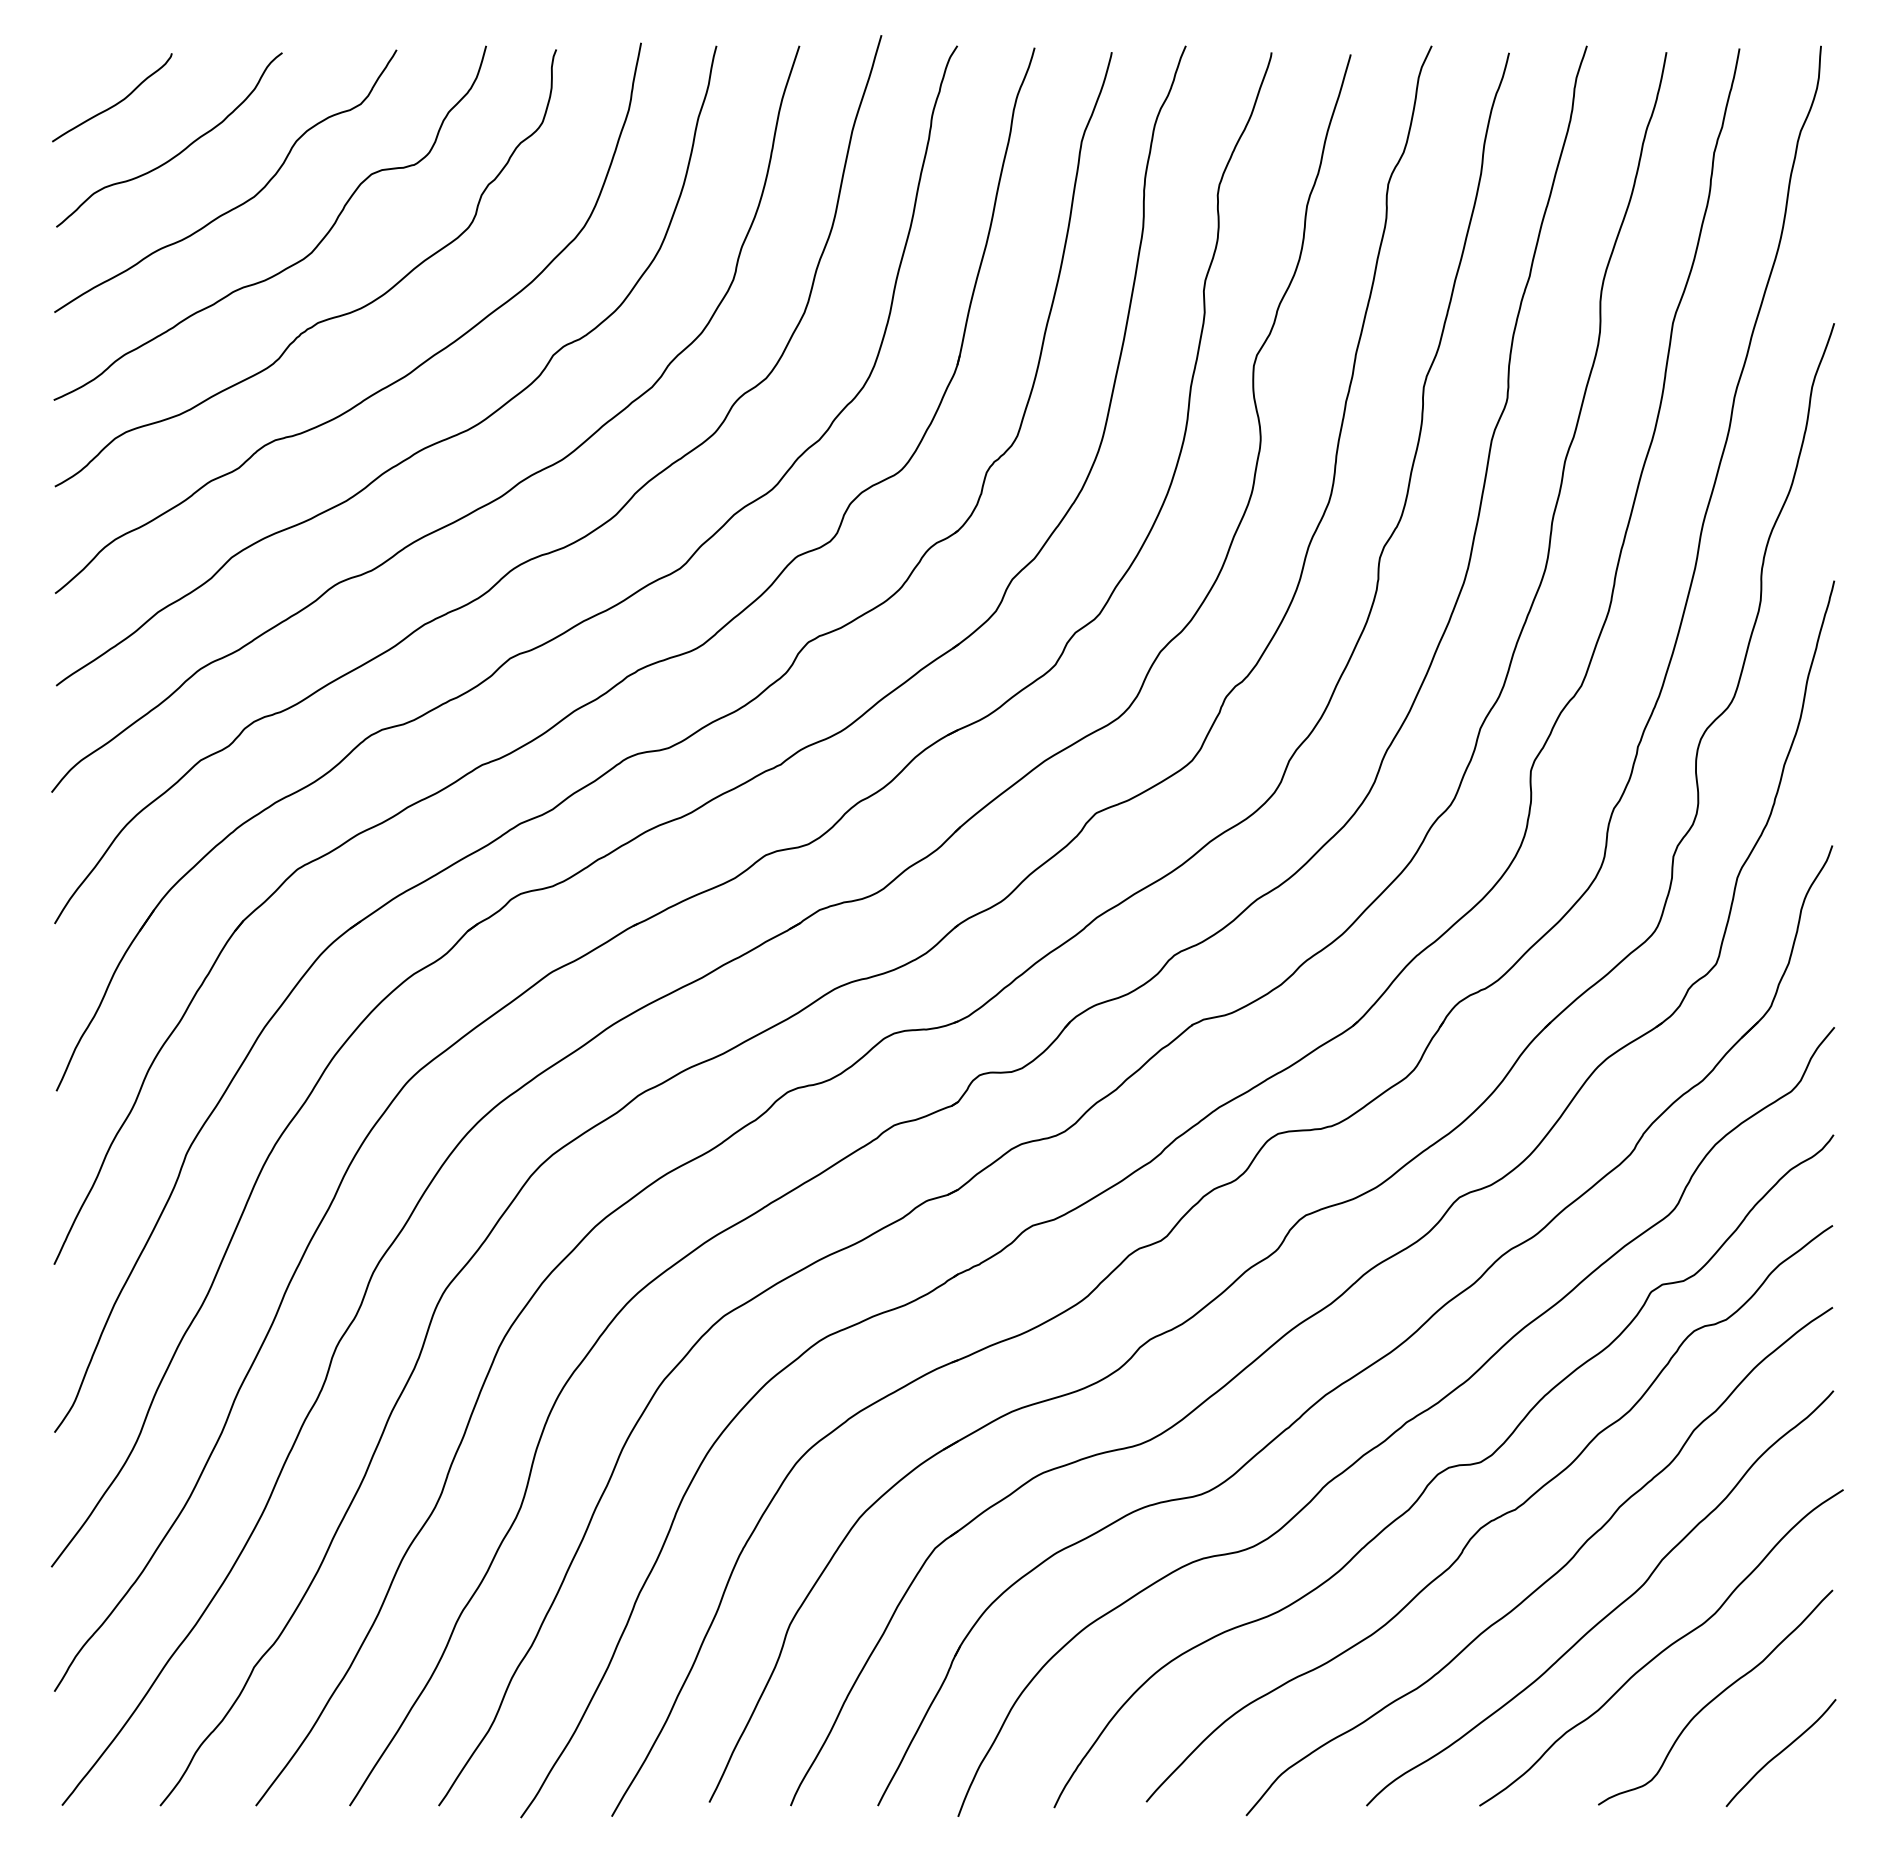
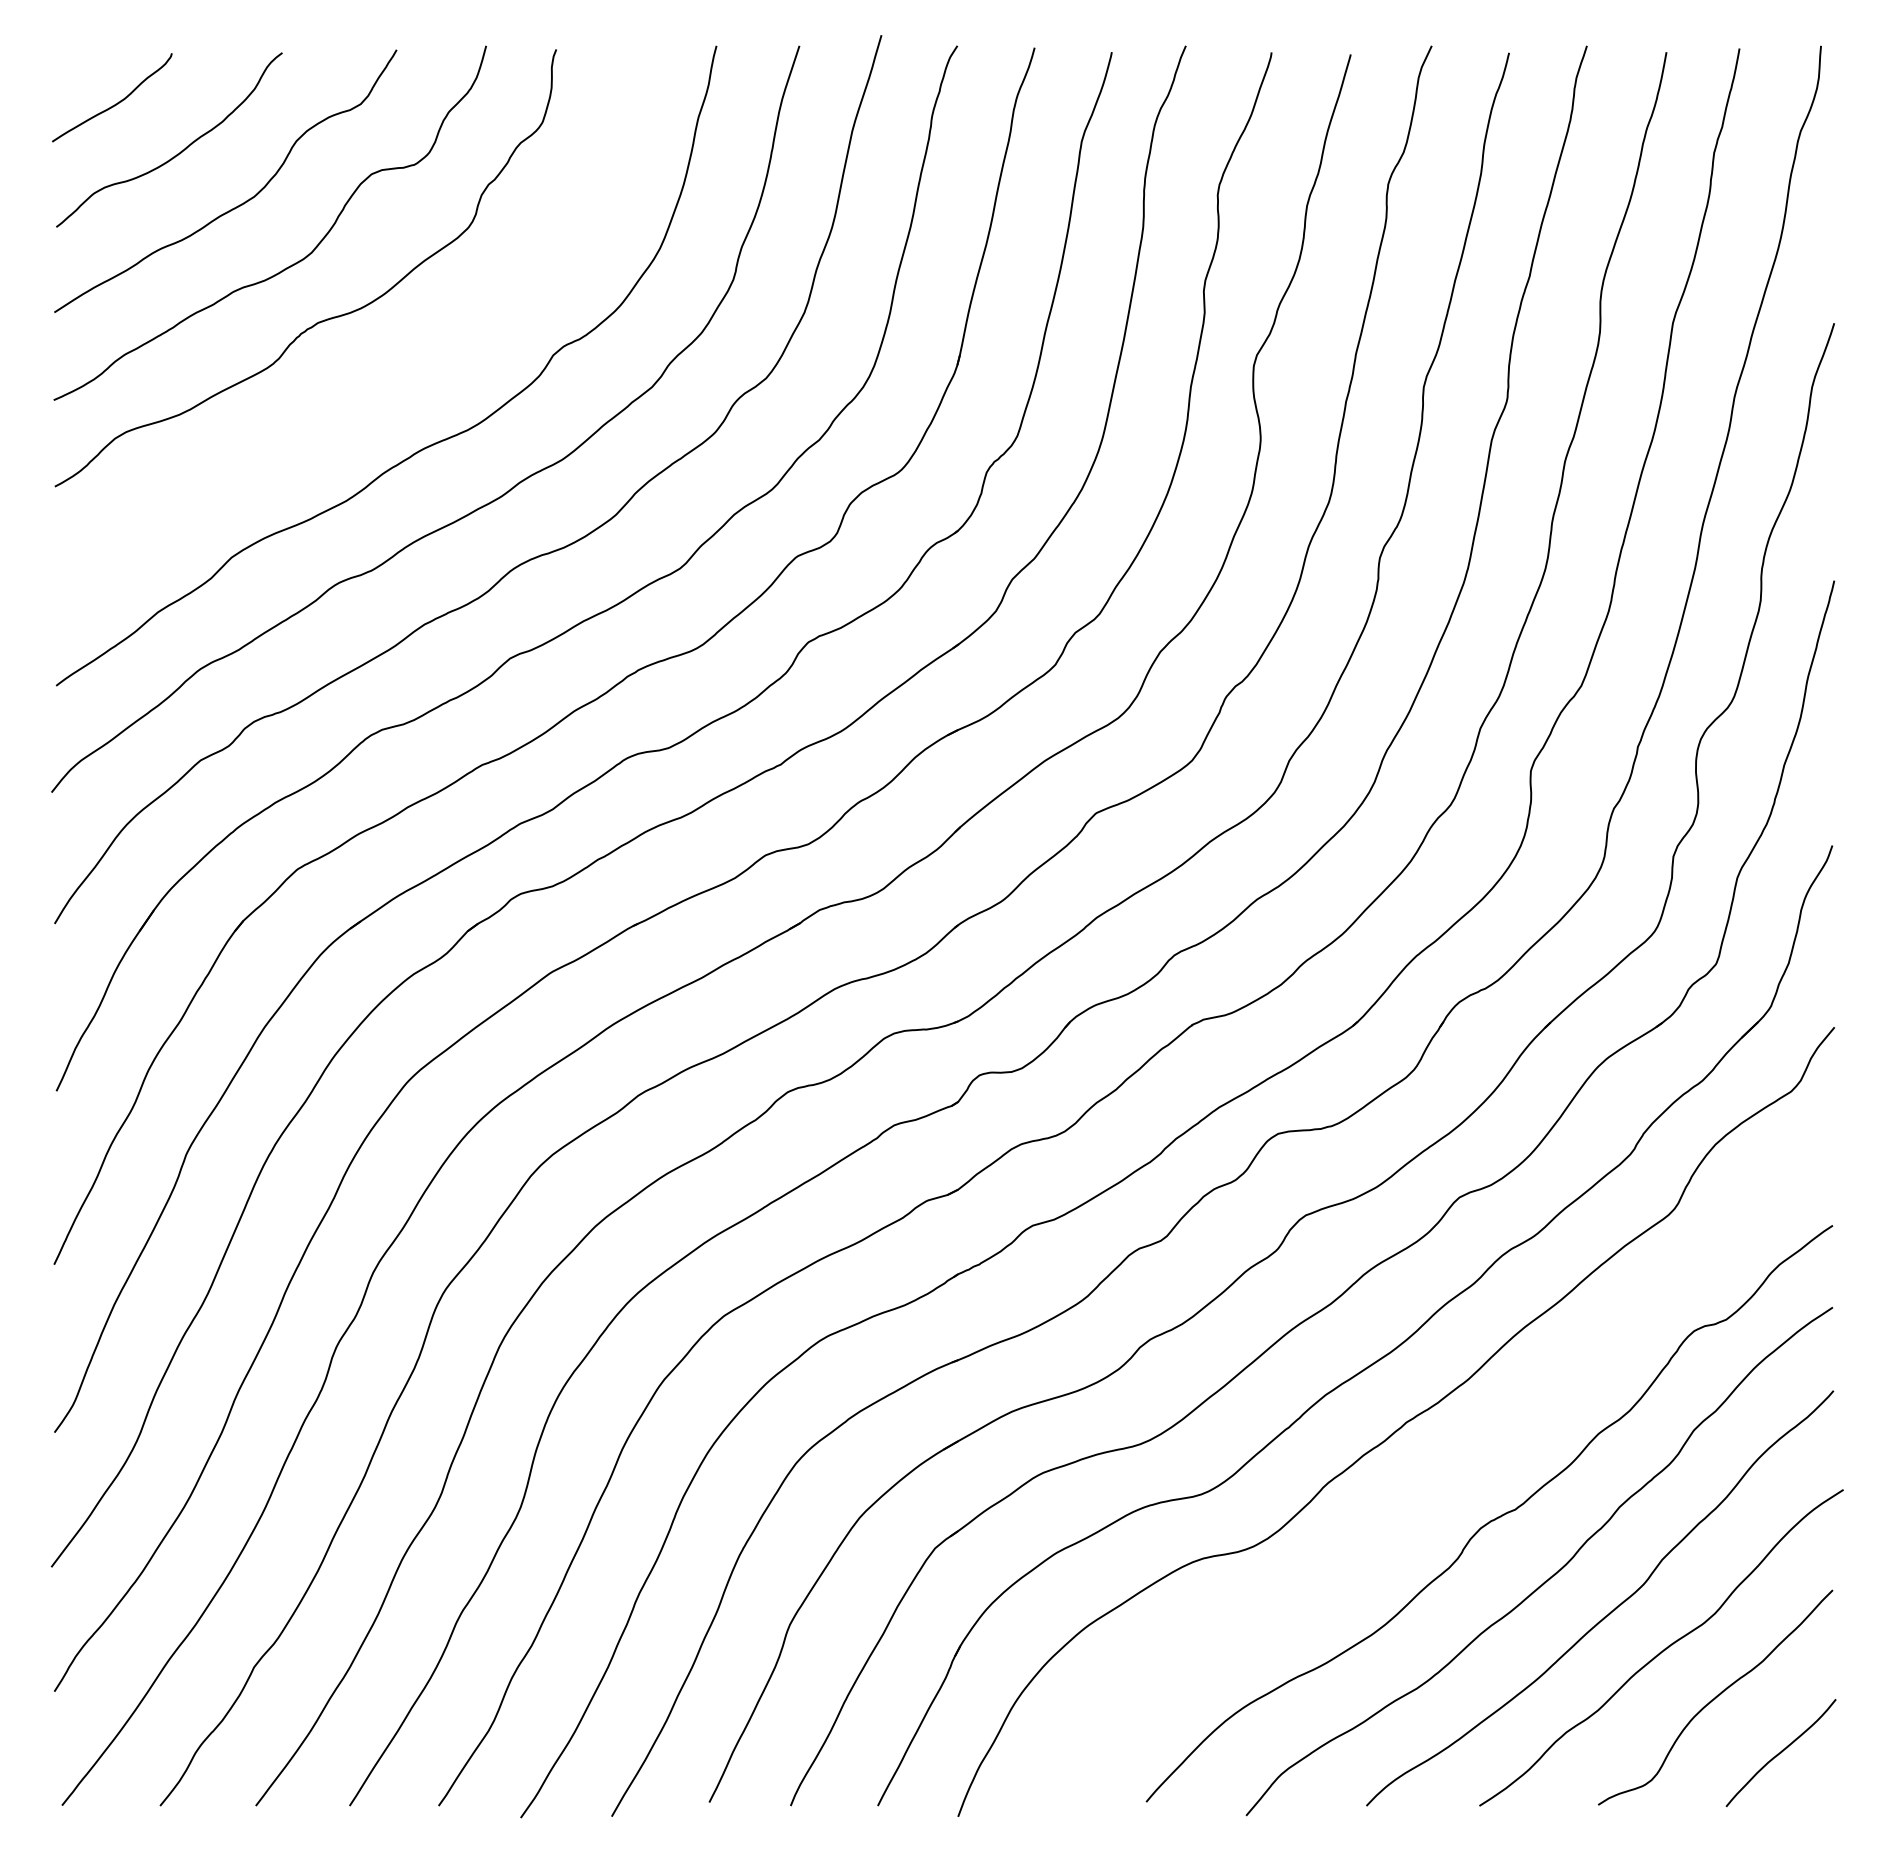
curve at (383, 387): present -> none
curve at (1443, 1471): present -> none
